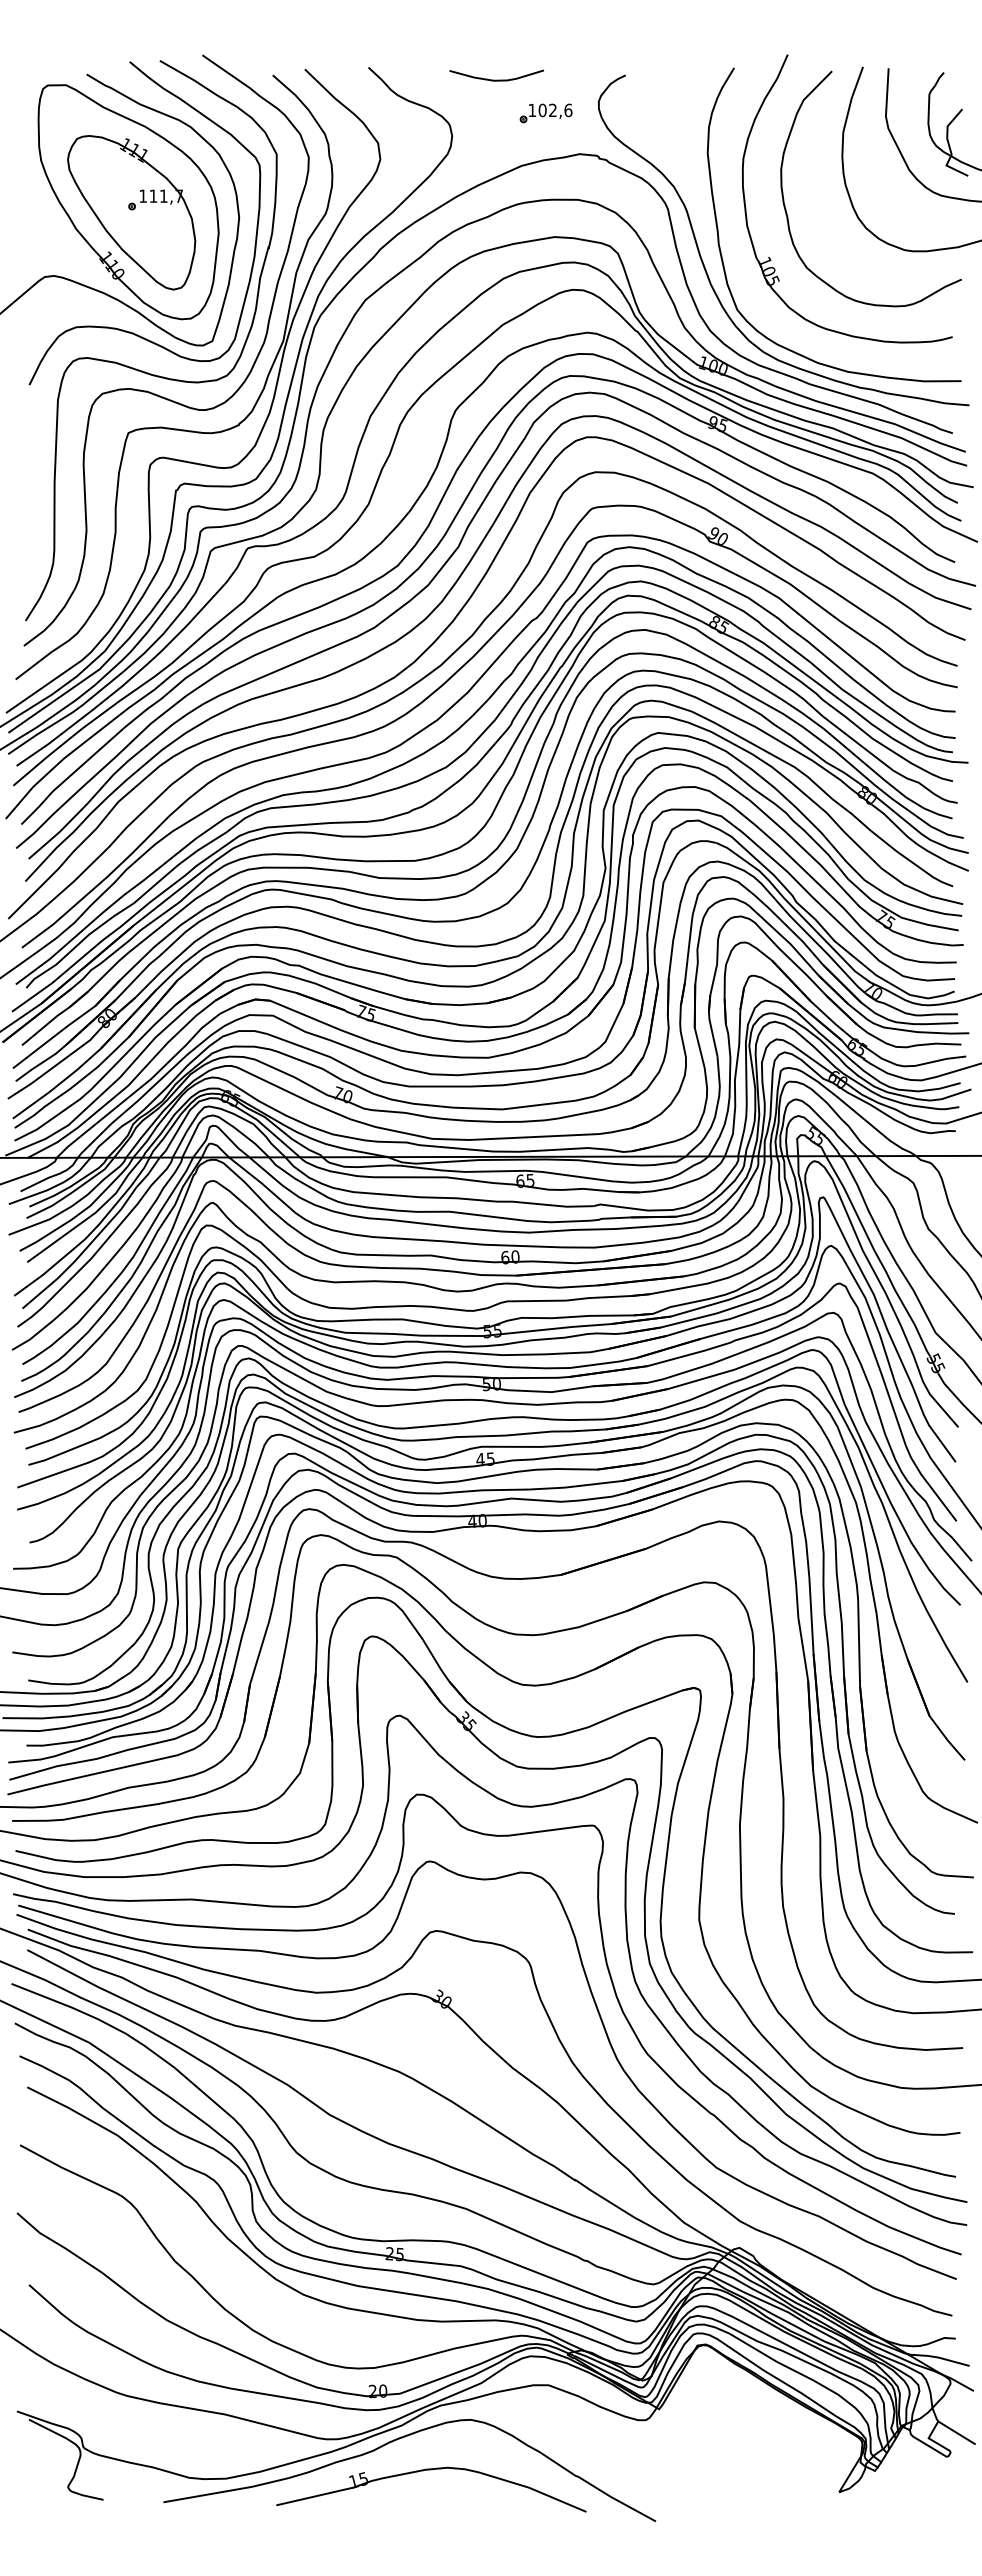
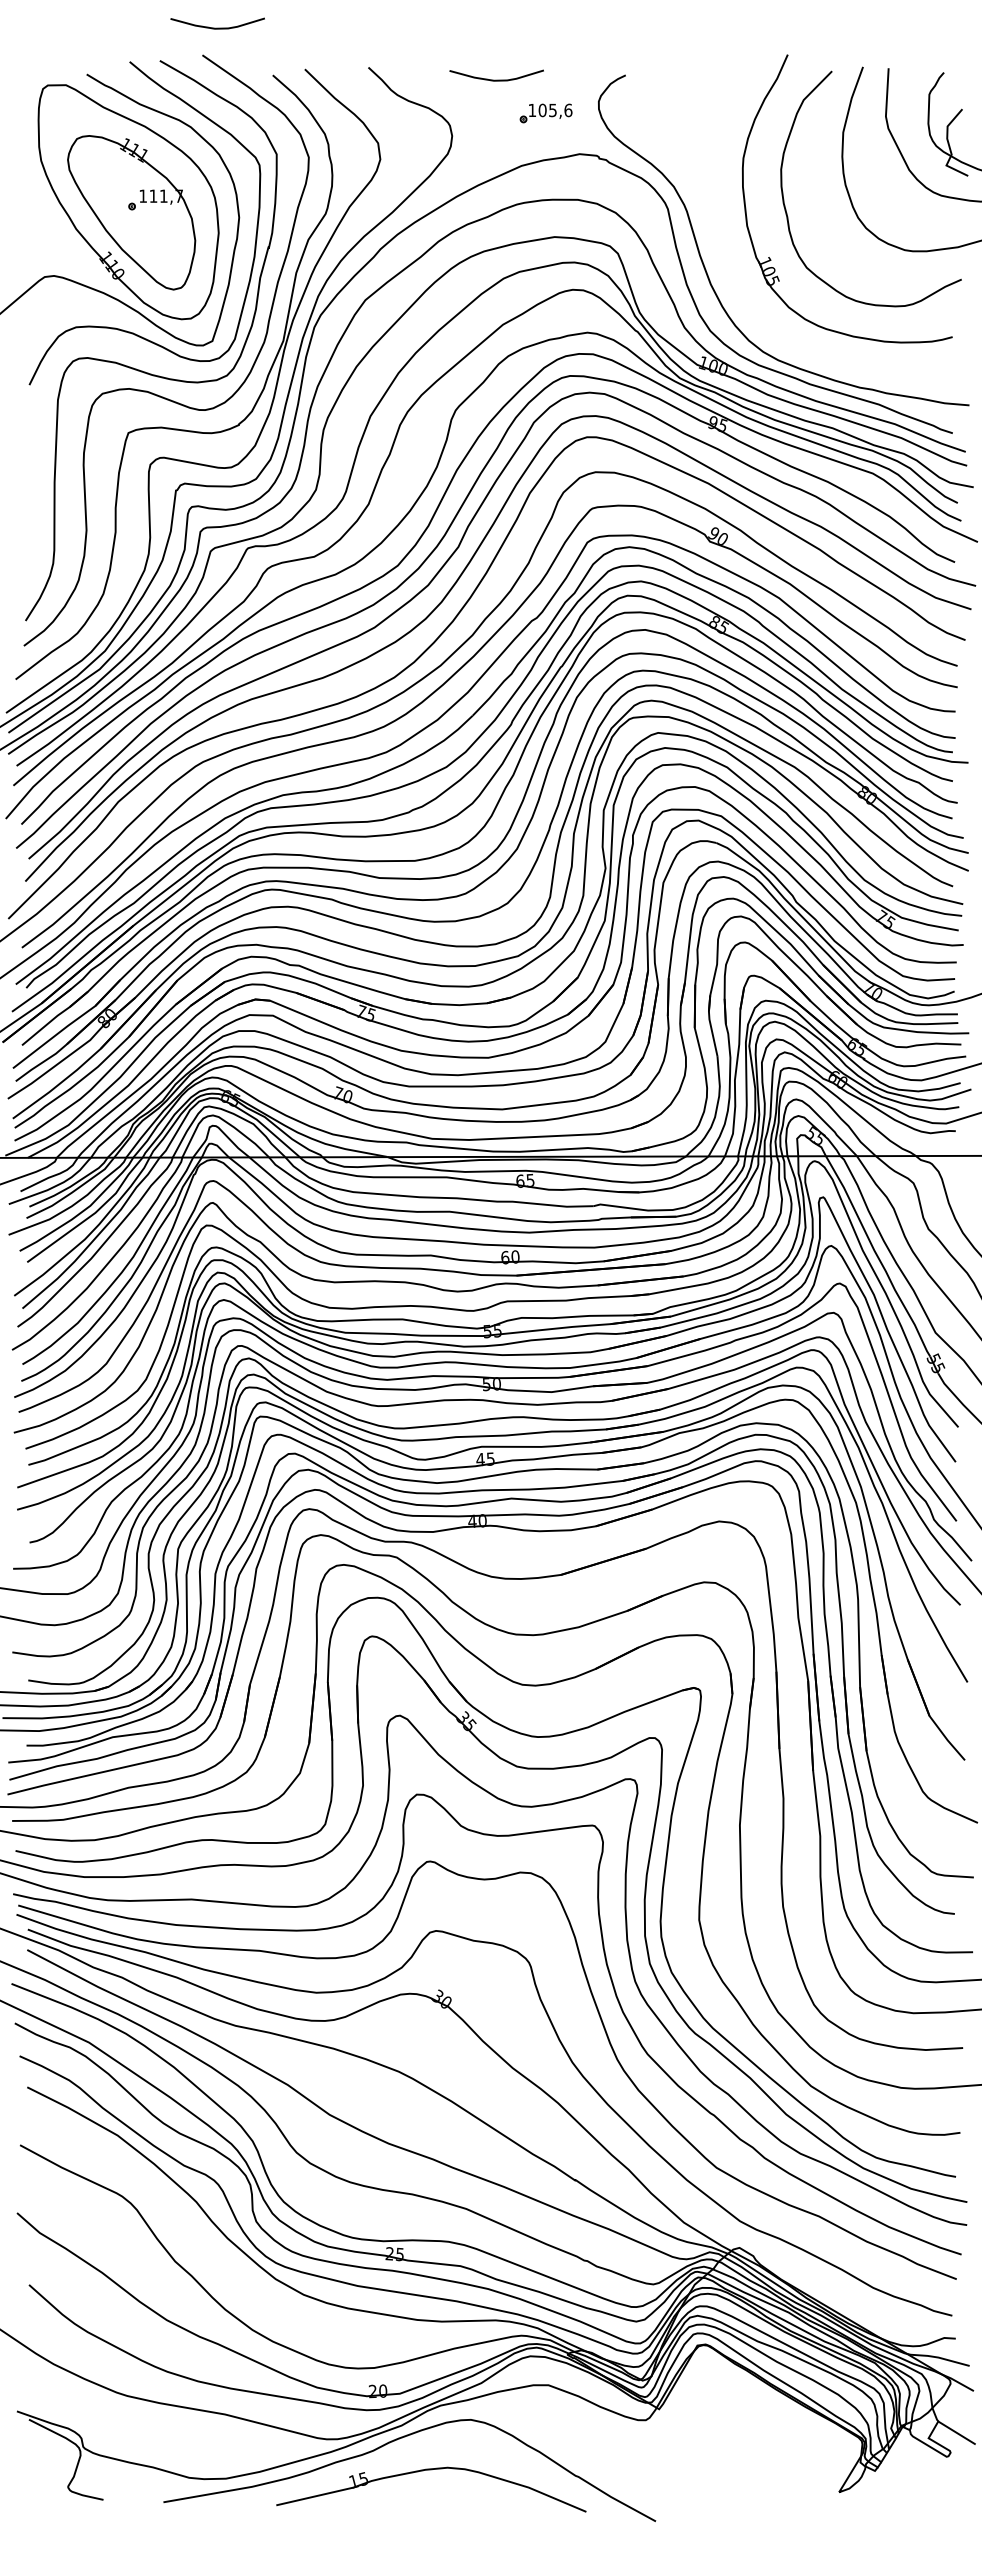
curve at (217, 27): none -> present
text at (552, 110): 102,6 -> 105,6
curve at (719, 236): present -> none
